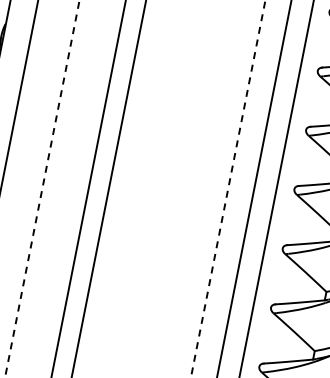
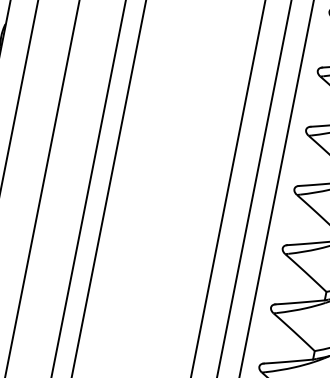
line at (228, 188): dashed -> solid
line at (42, 189): dashed -> solid
